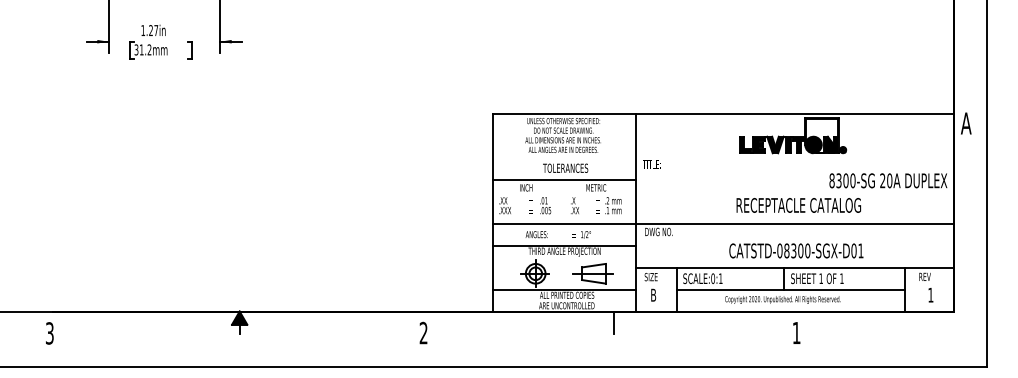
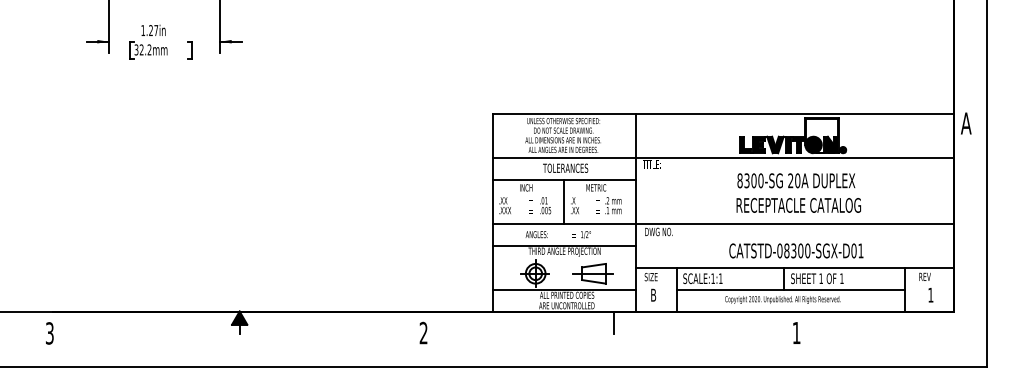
text at (141, 49): 31.2mm -> 32.2mm
line at (723, 157): none -> present
text at (888, 180) position: (888, 180) -> (796, 180)
line at (564, 201): none -> present
text at (713, 278): SCALE:0:1 -> SCALE:1:1
